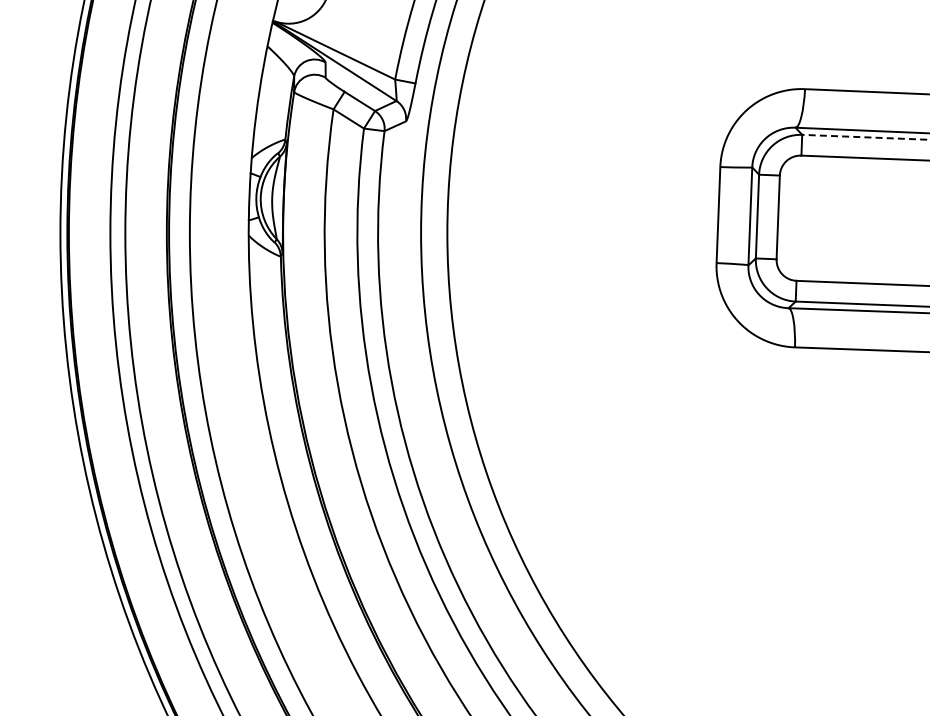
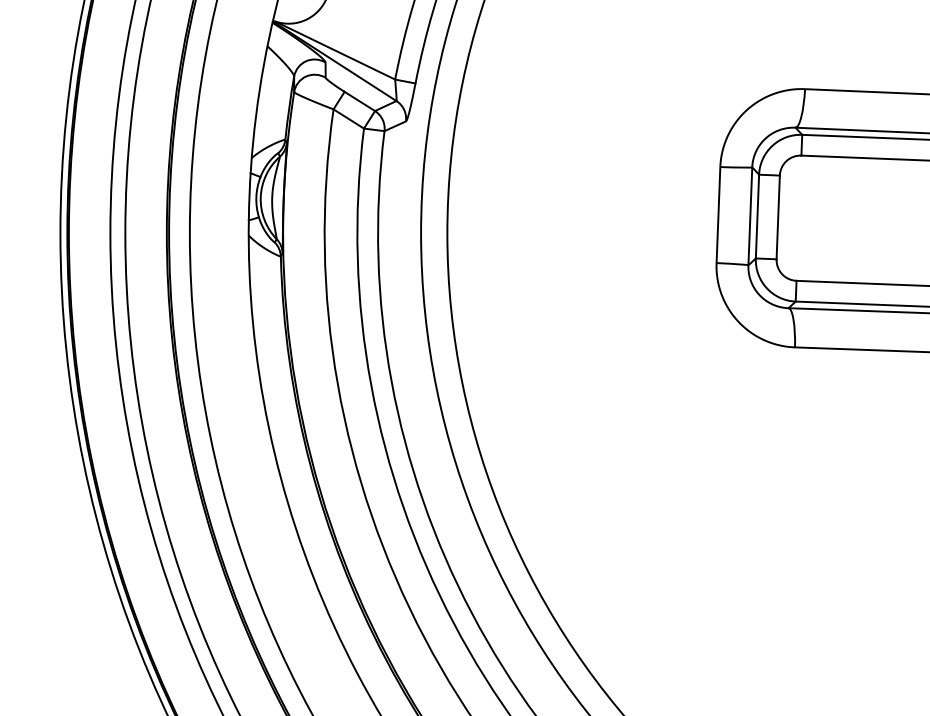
line at (865, 137): dashed -> solid
